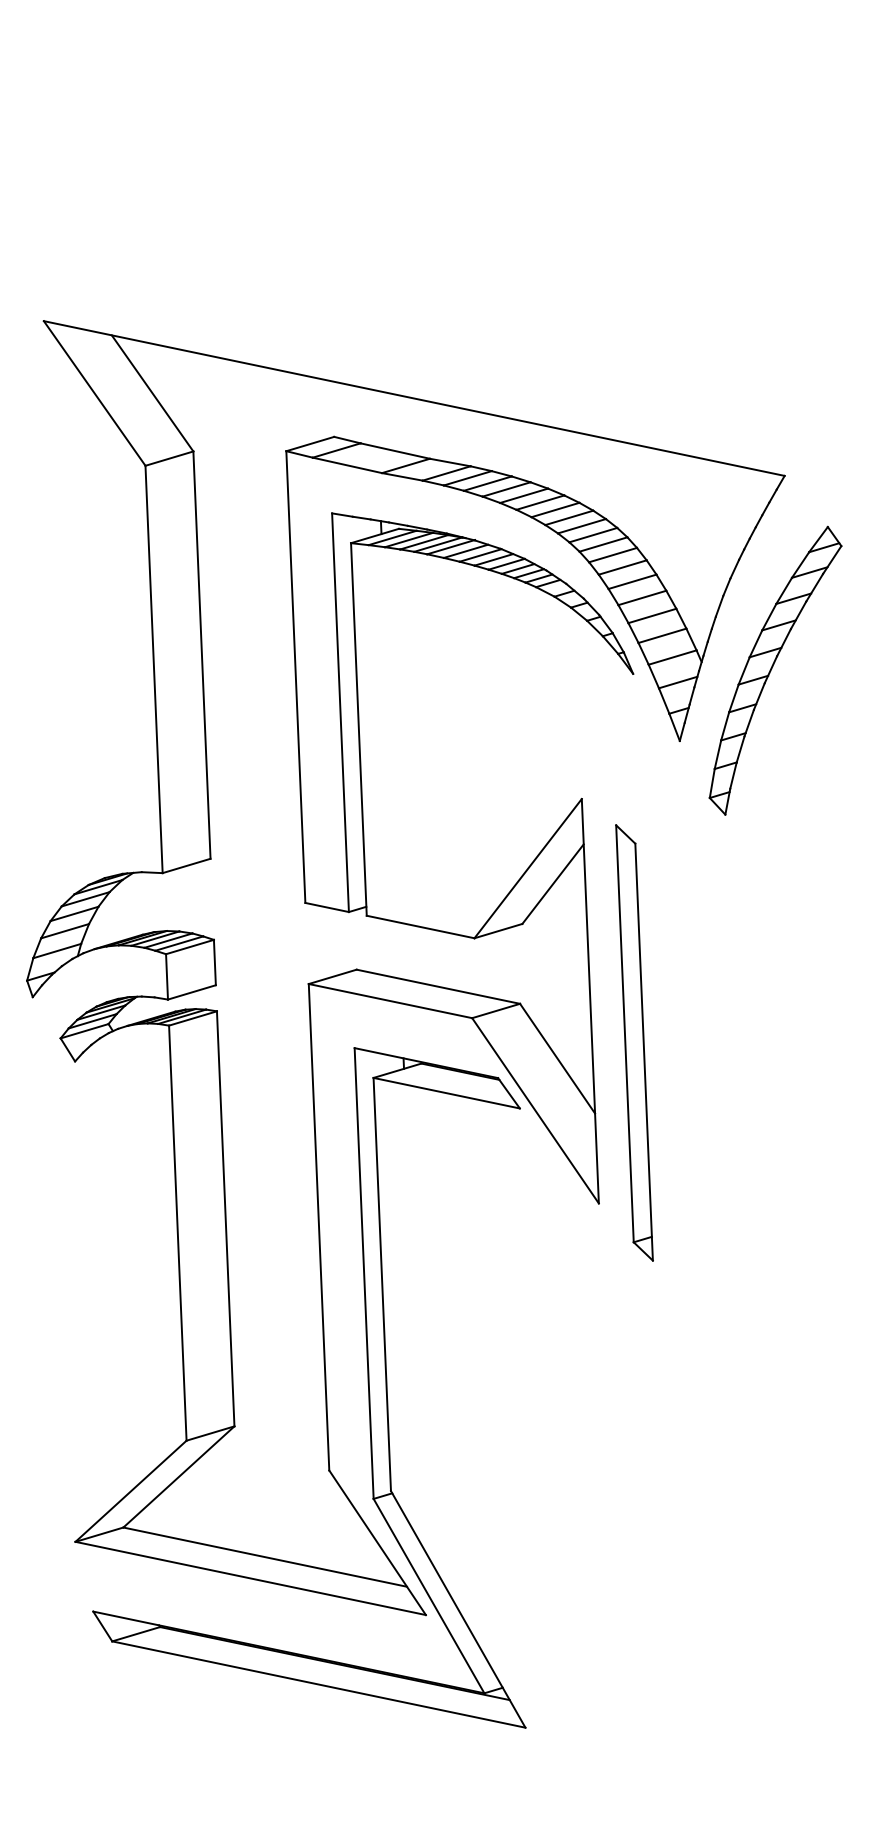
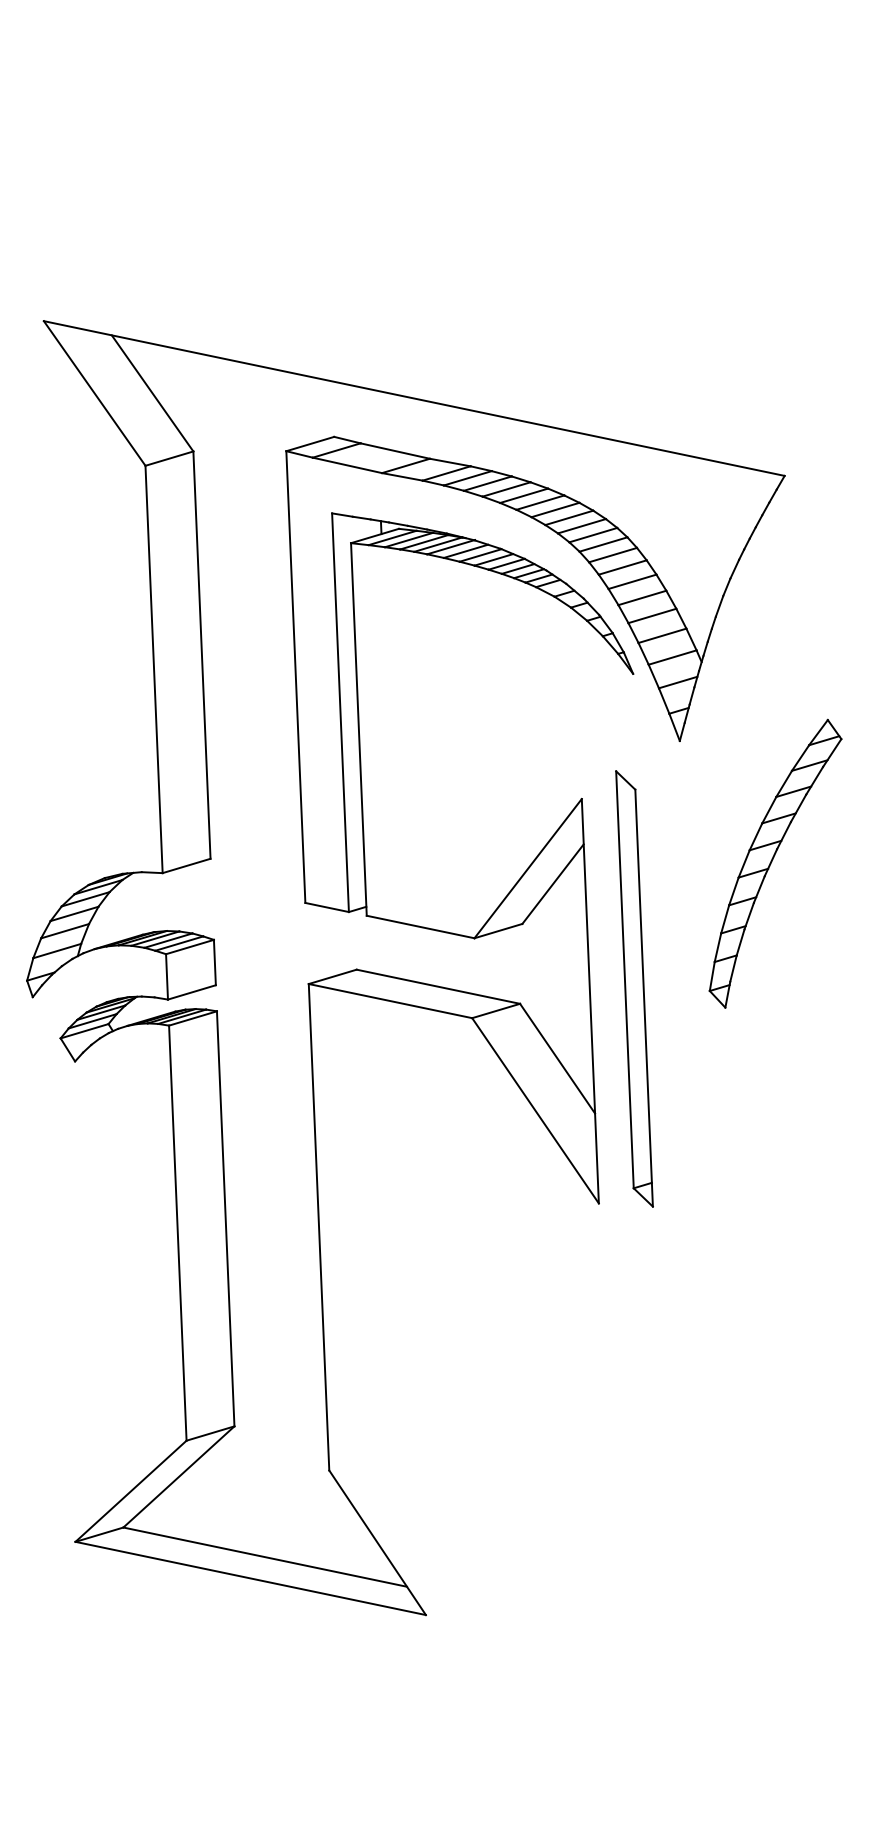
part at (775, 670) position: (775, 670) -> (775, 863)
part at (634, 1042) position: (634, 1042) -> (634, 988)
part at (367, 1384): present -> none
